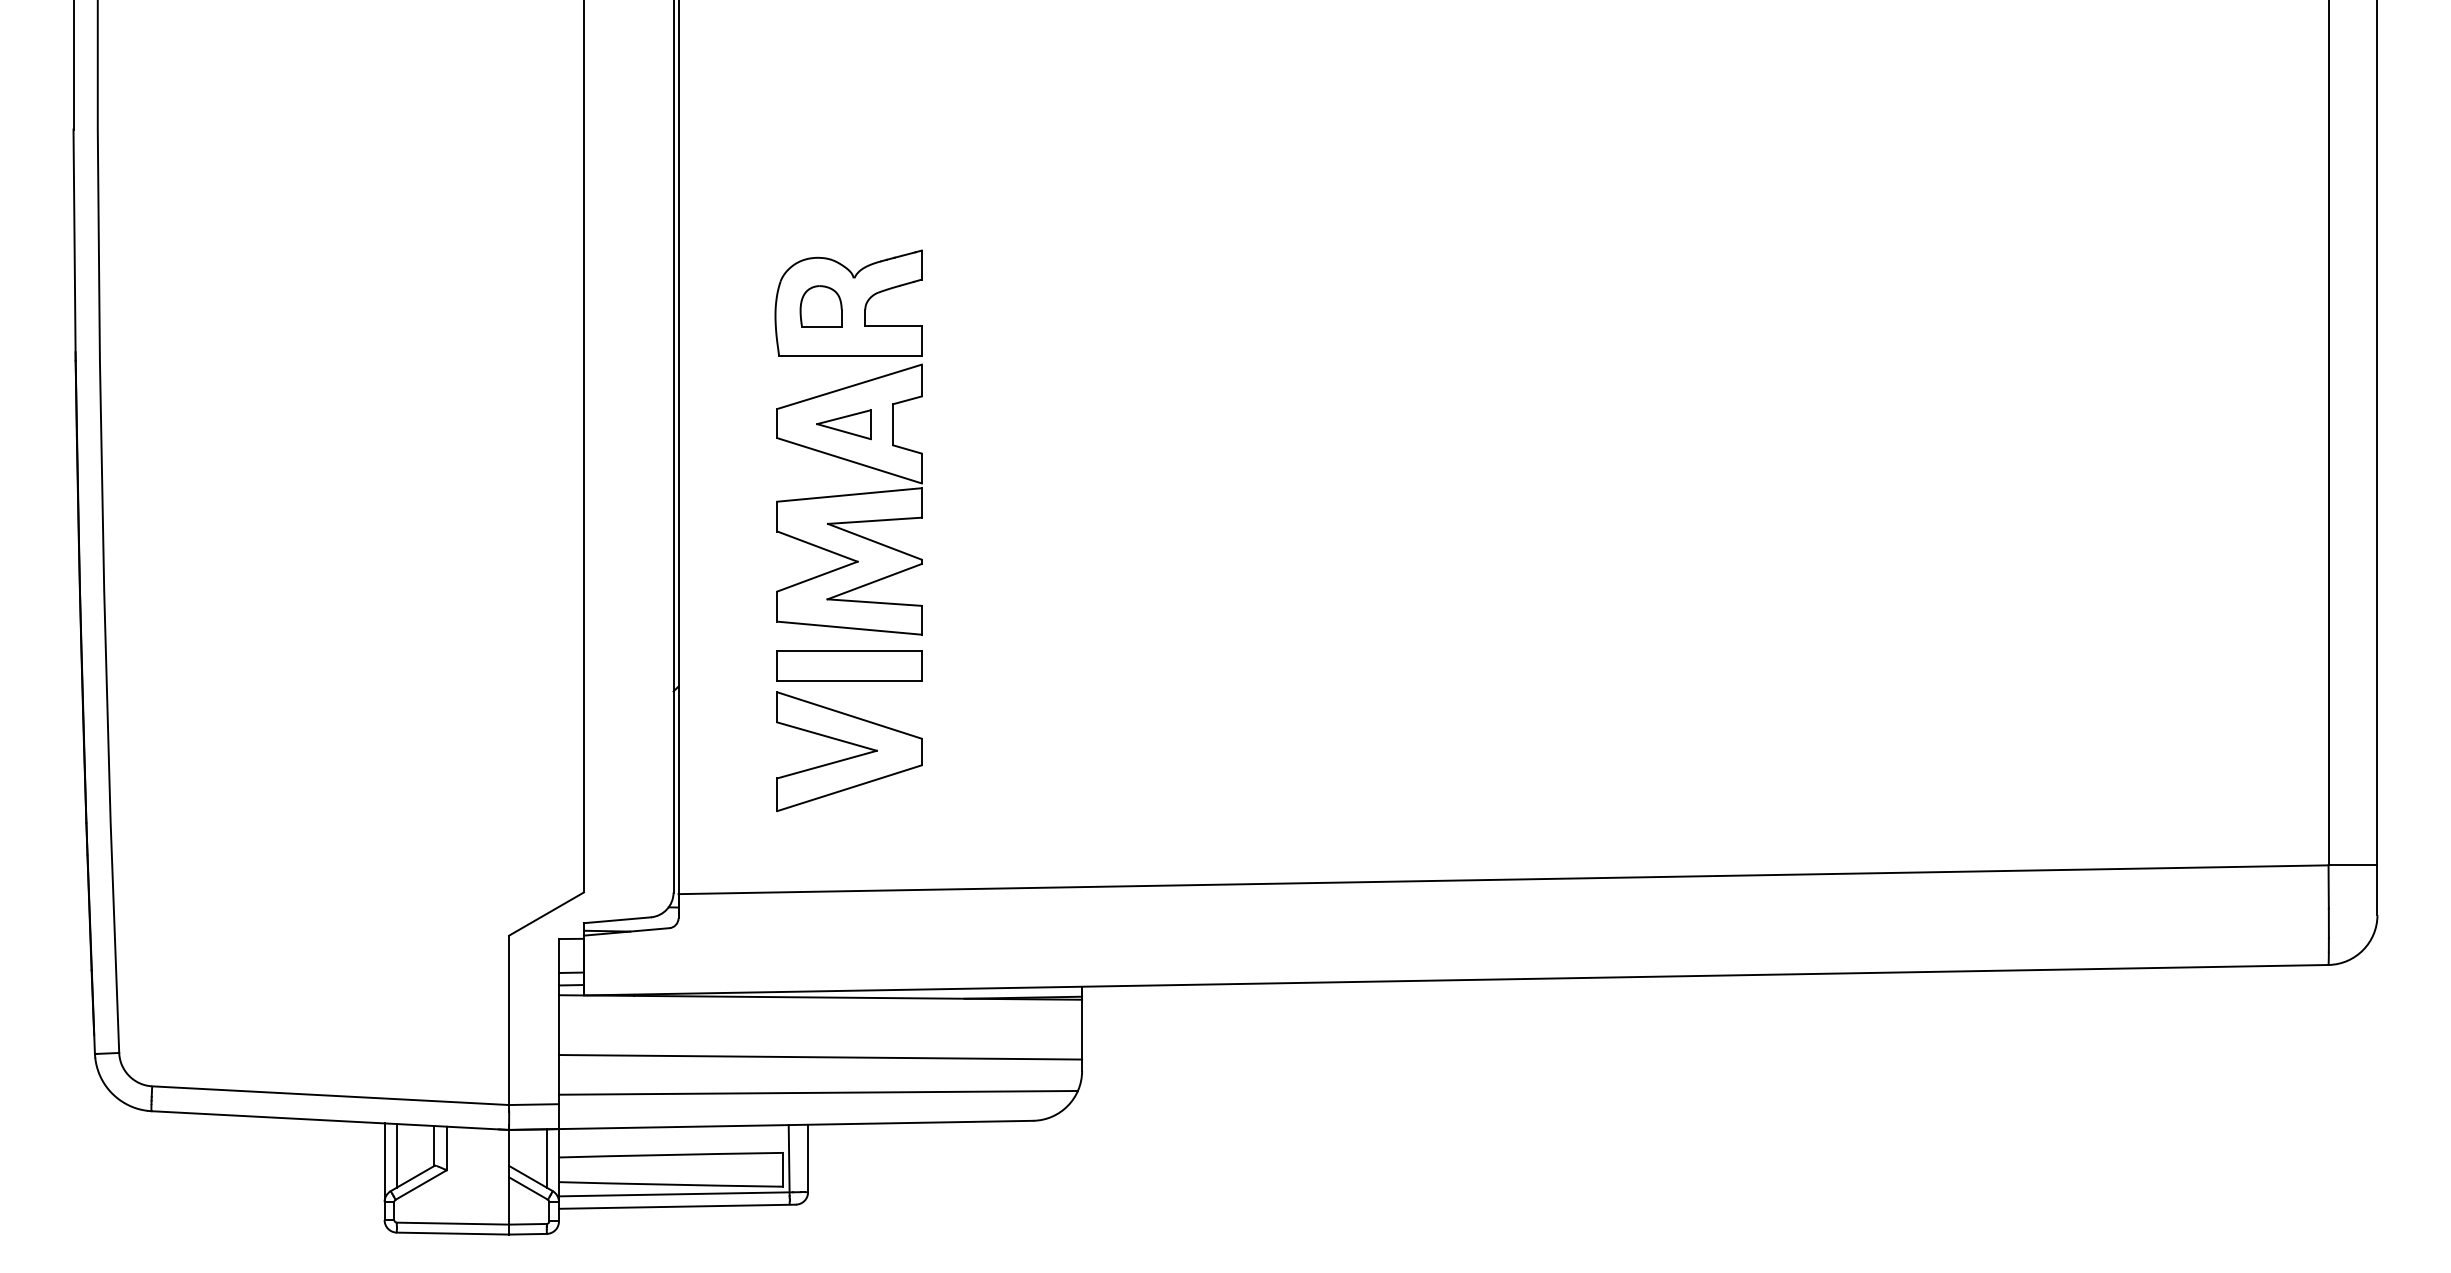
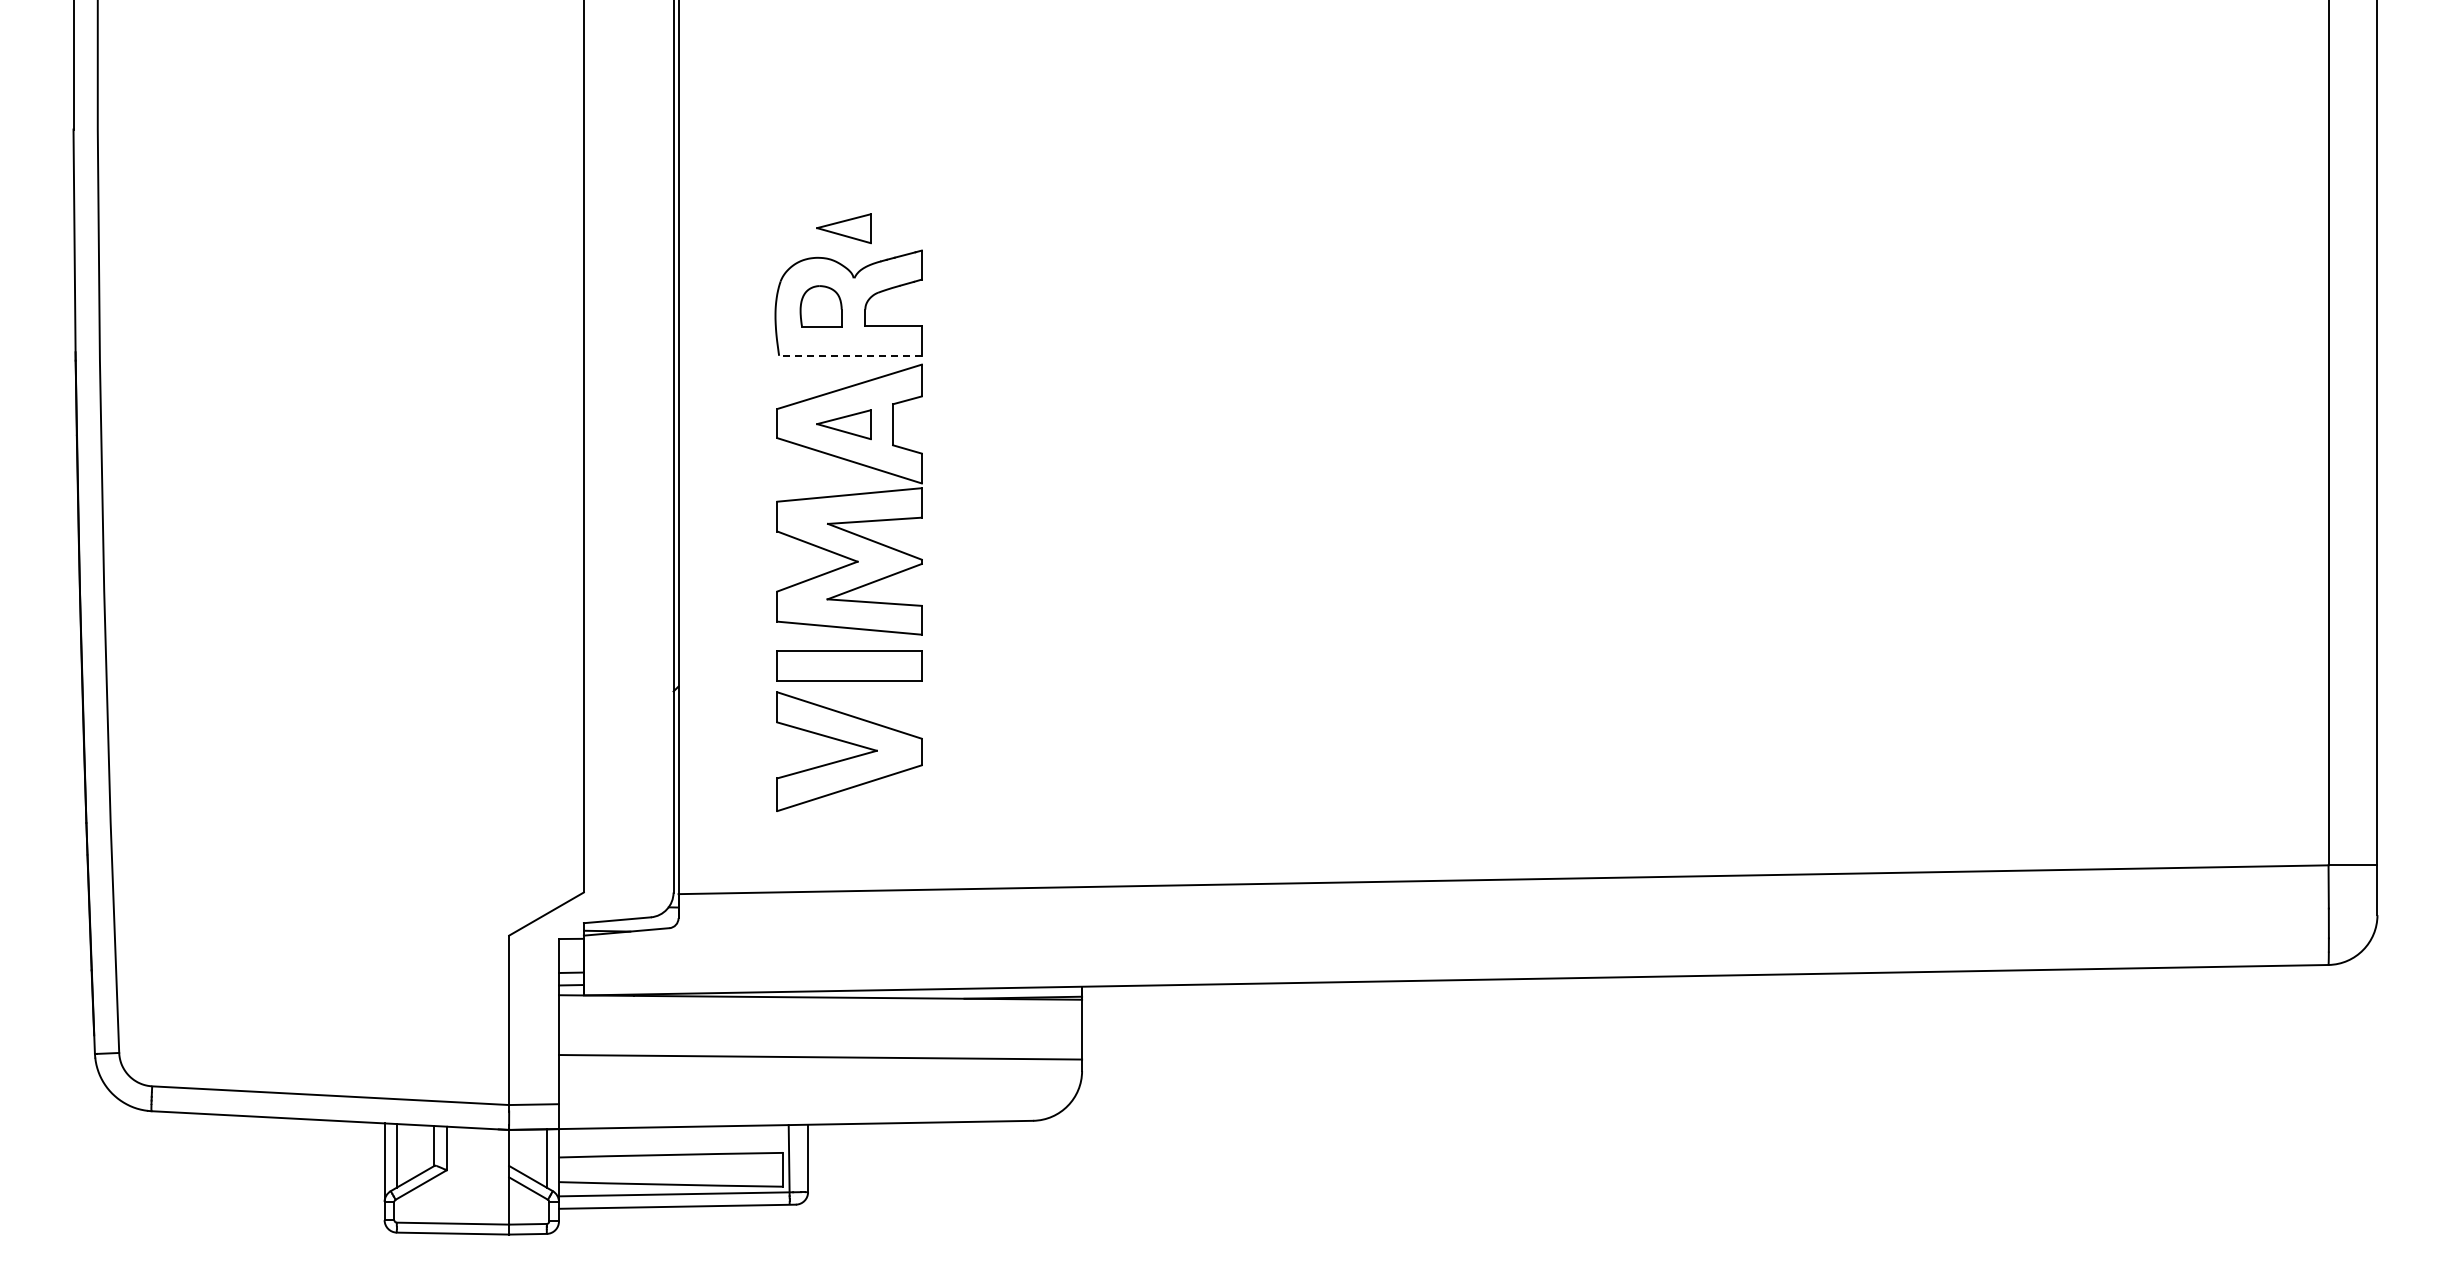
part at (843, 228): none -> present
line at (850, 355): solid -> dashed
line at (817, 1092): present -> none
